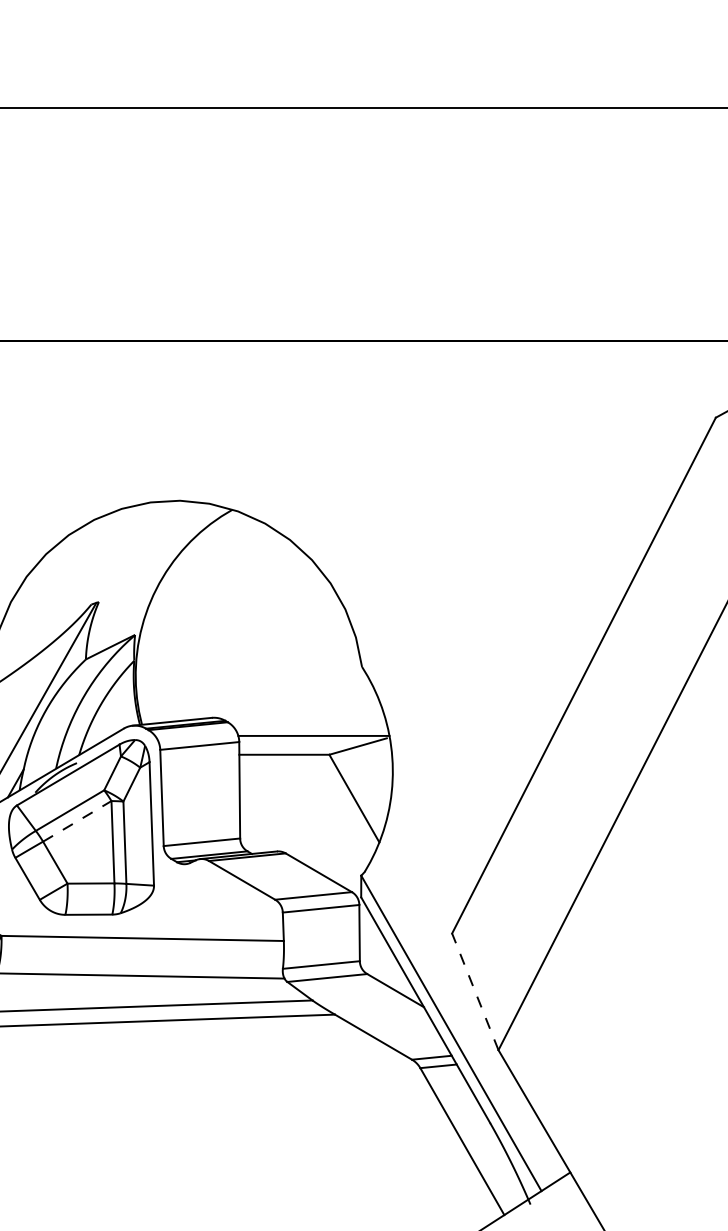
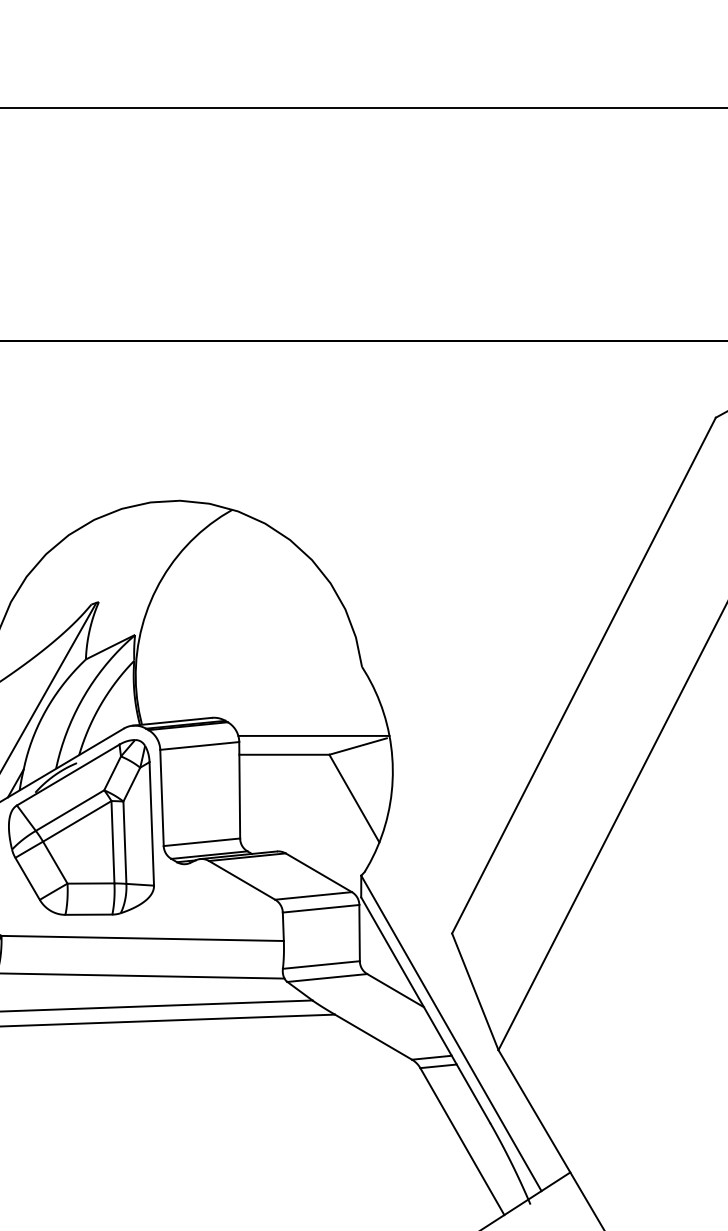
line at (77, 821): dashed -> solid
line at (475, 991): dashed -> solid
